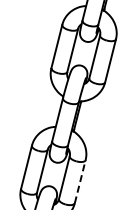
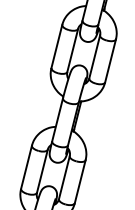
line at (80, 181): dashed -> solid
